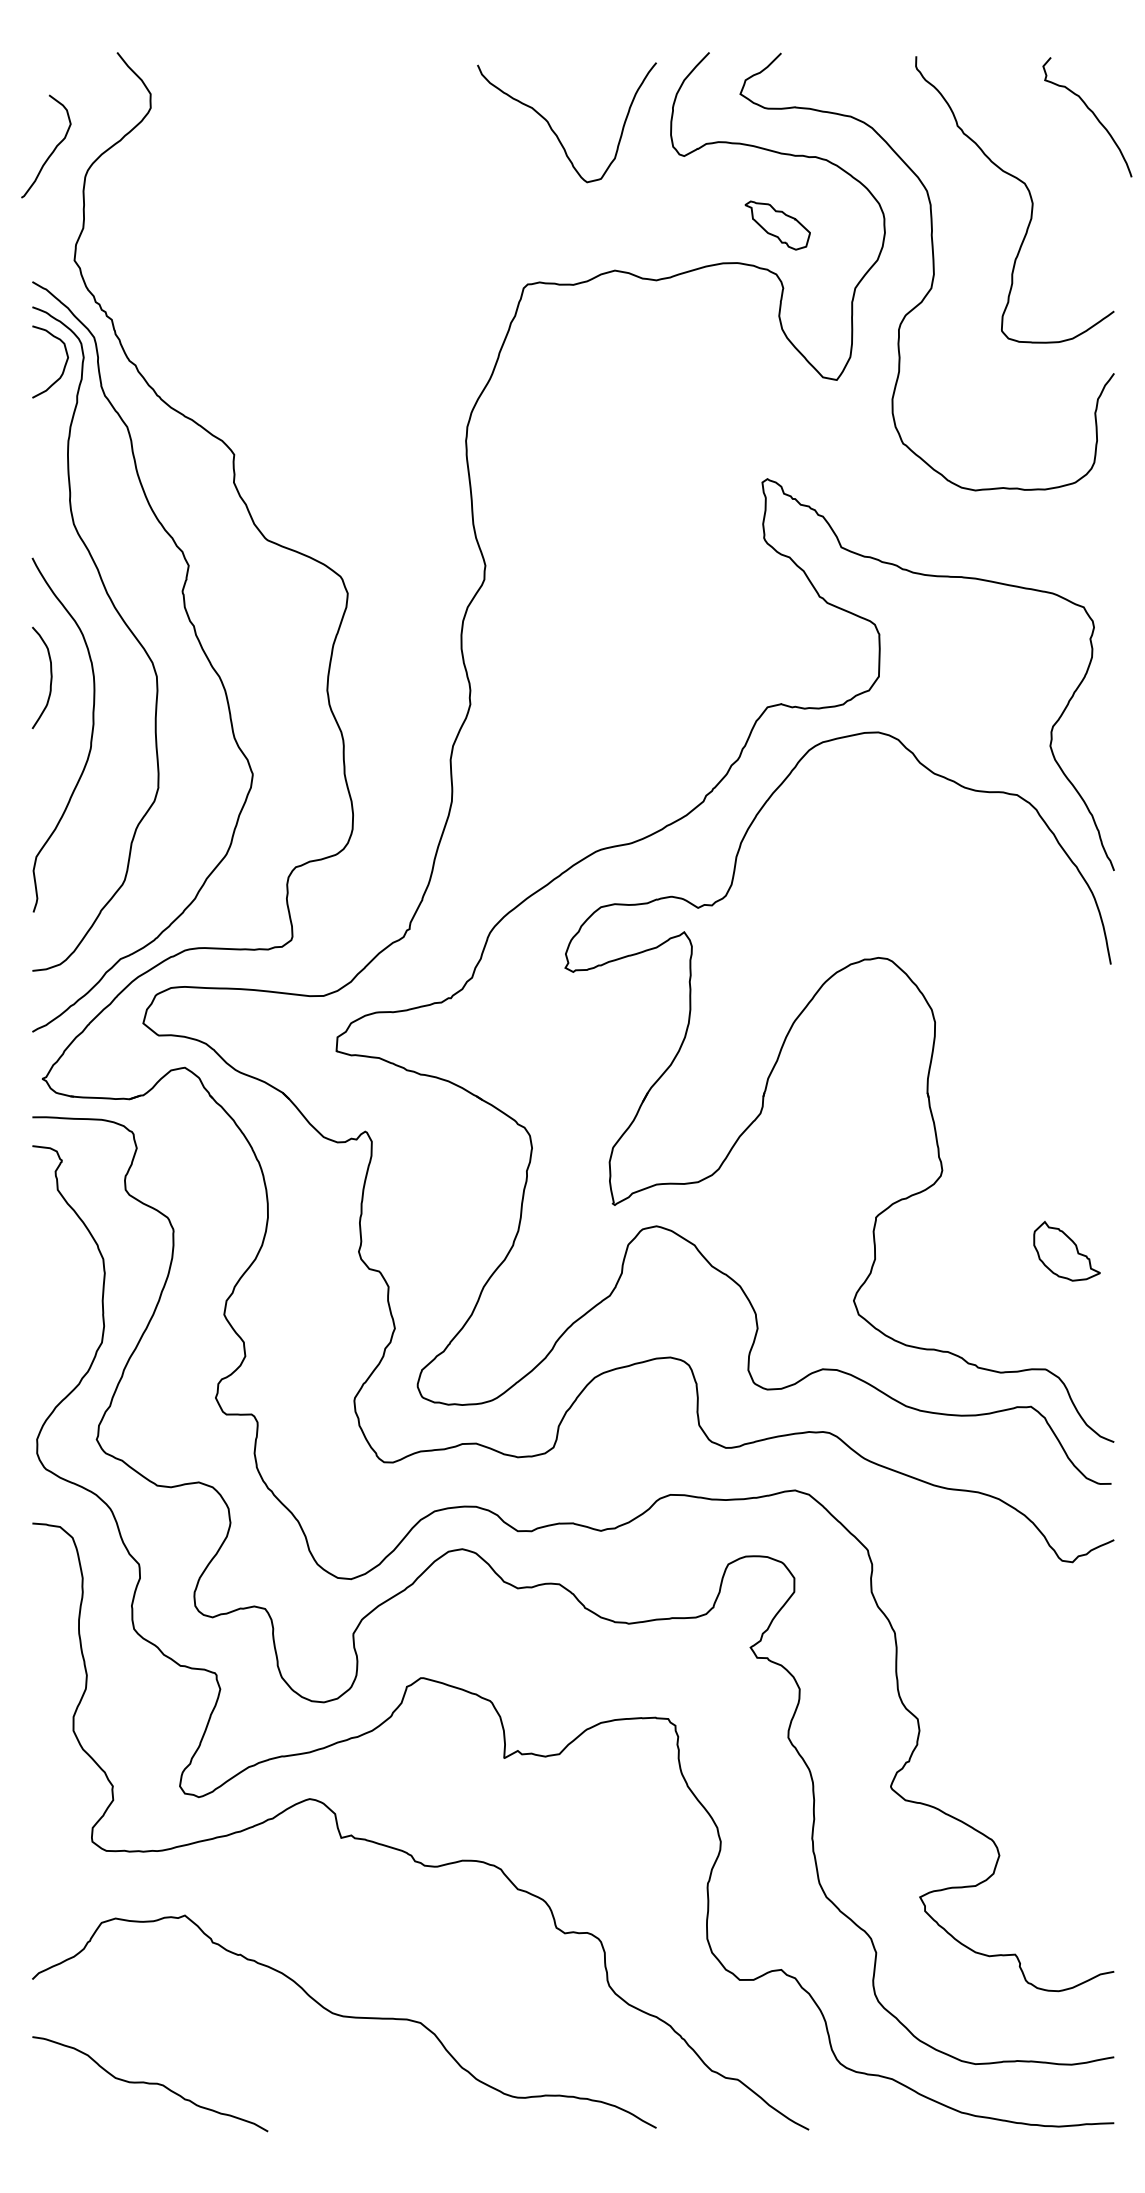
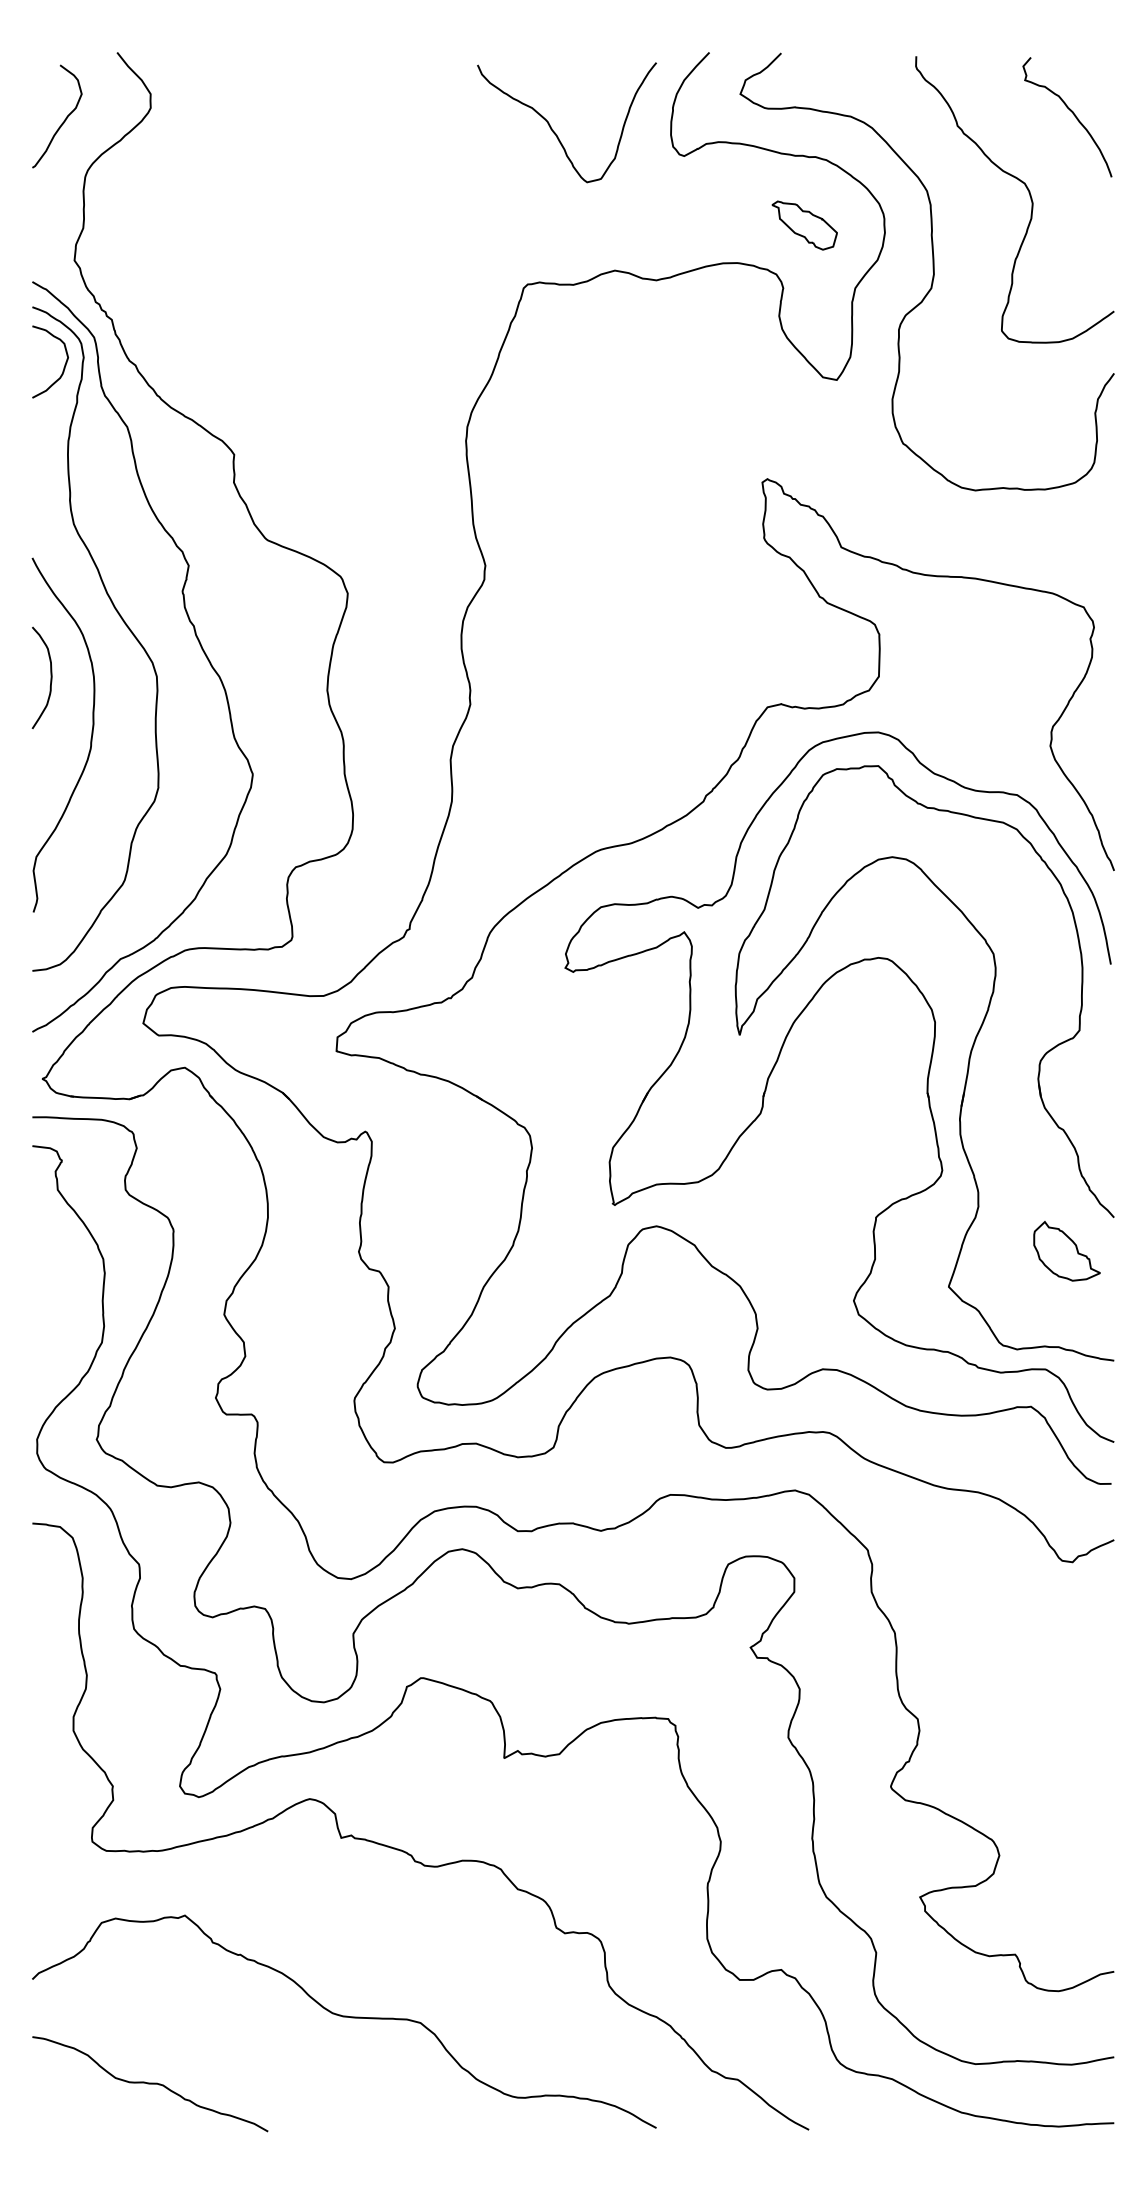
curve at (1093, 115) position: (1093, 115) -> (1073, 115)
curve at (53, 149) position: (53, 149) -> (64, 119)
part at (777, 225) position: (777, 225) -> (804, 225)
part at (966, 1072): none -> present
